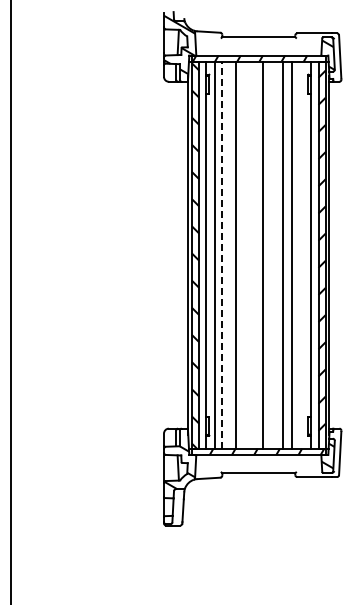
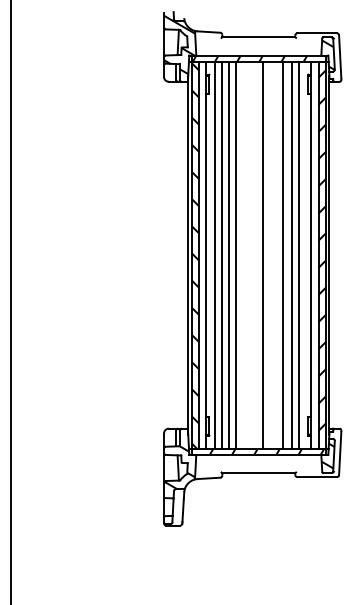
line at (229, 254): none -> present
line at (299, 254): none -> present
line at (221, 255): dashed -> solid
